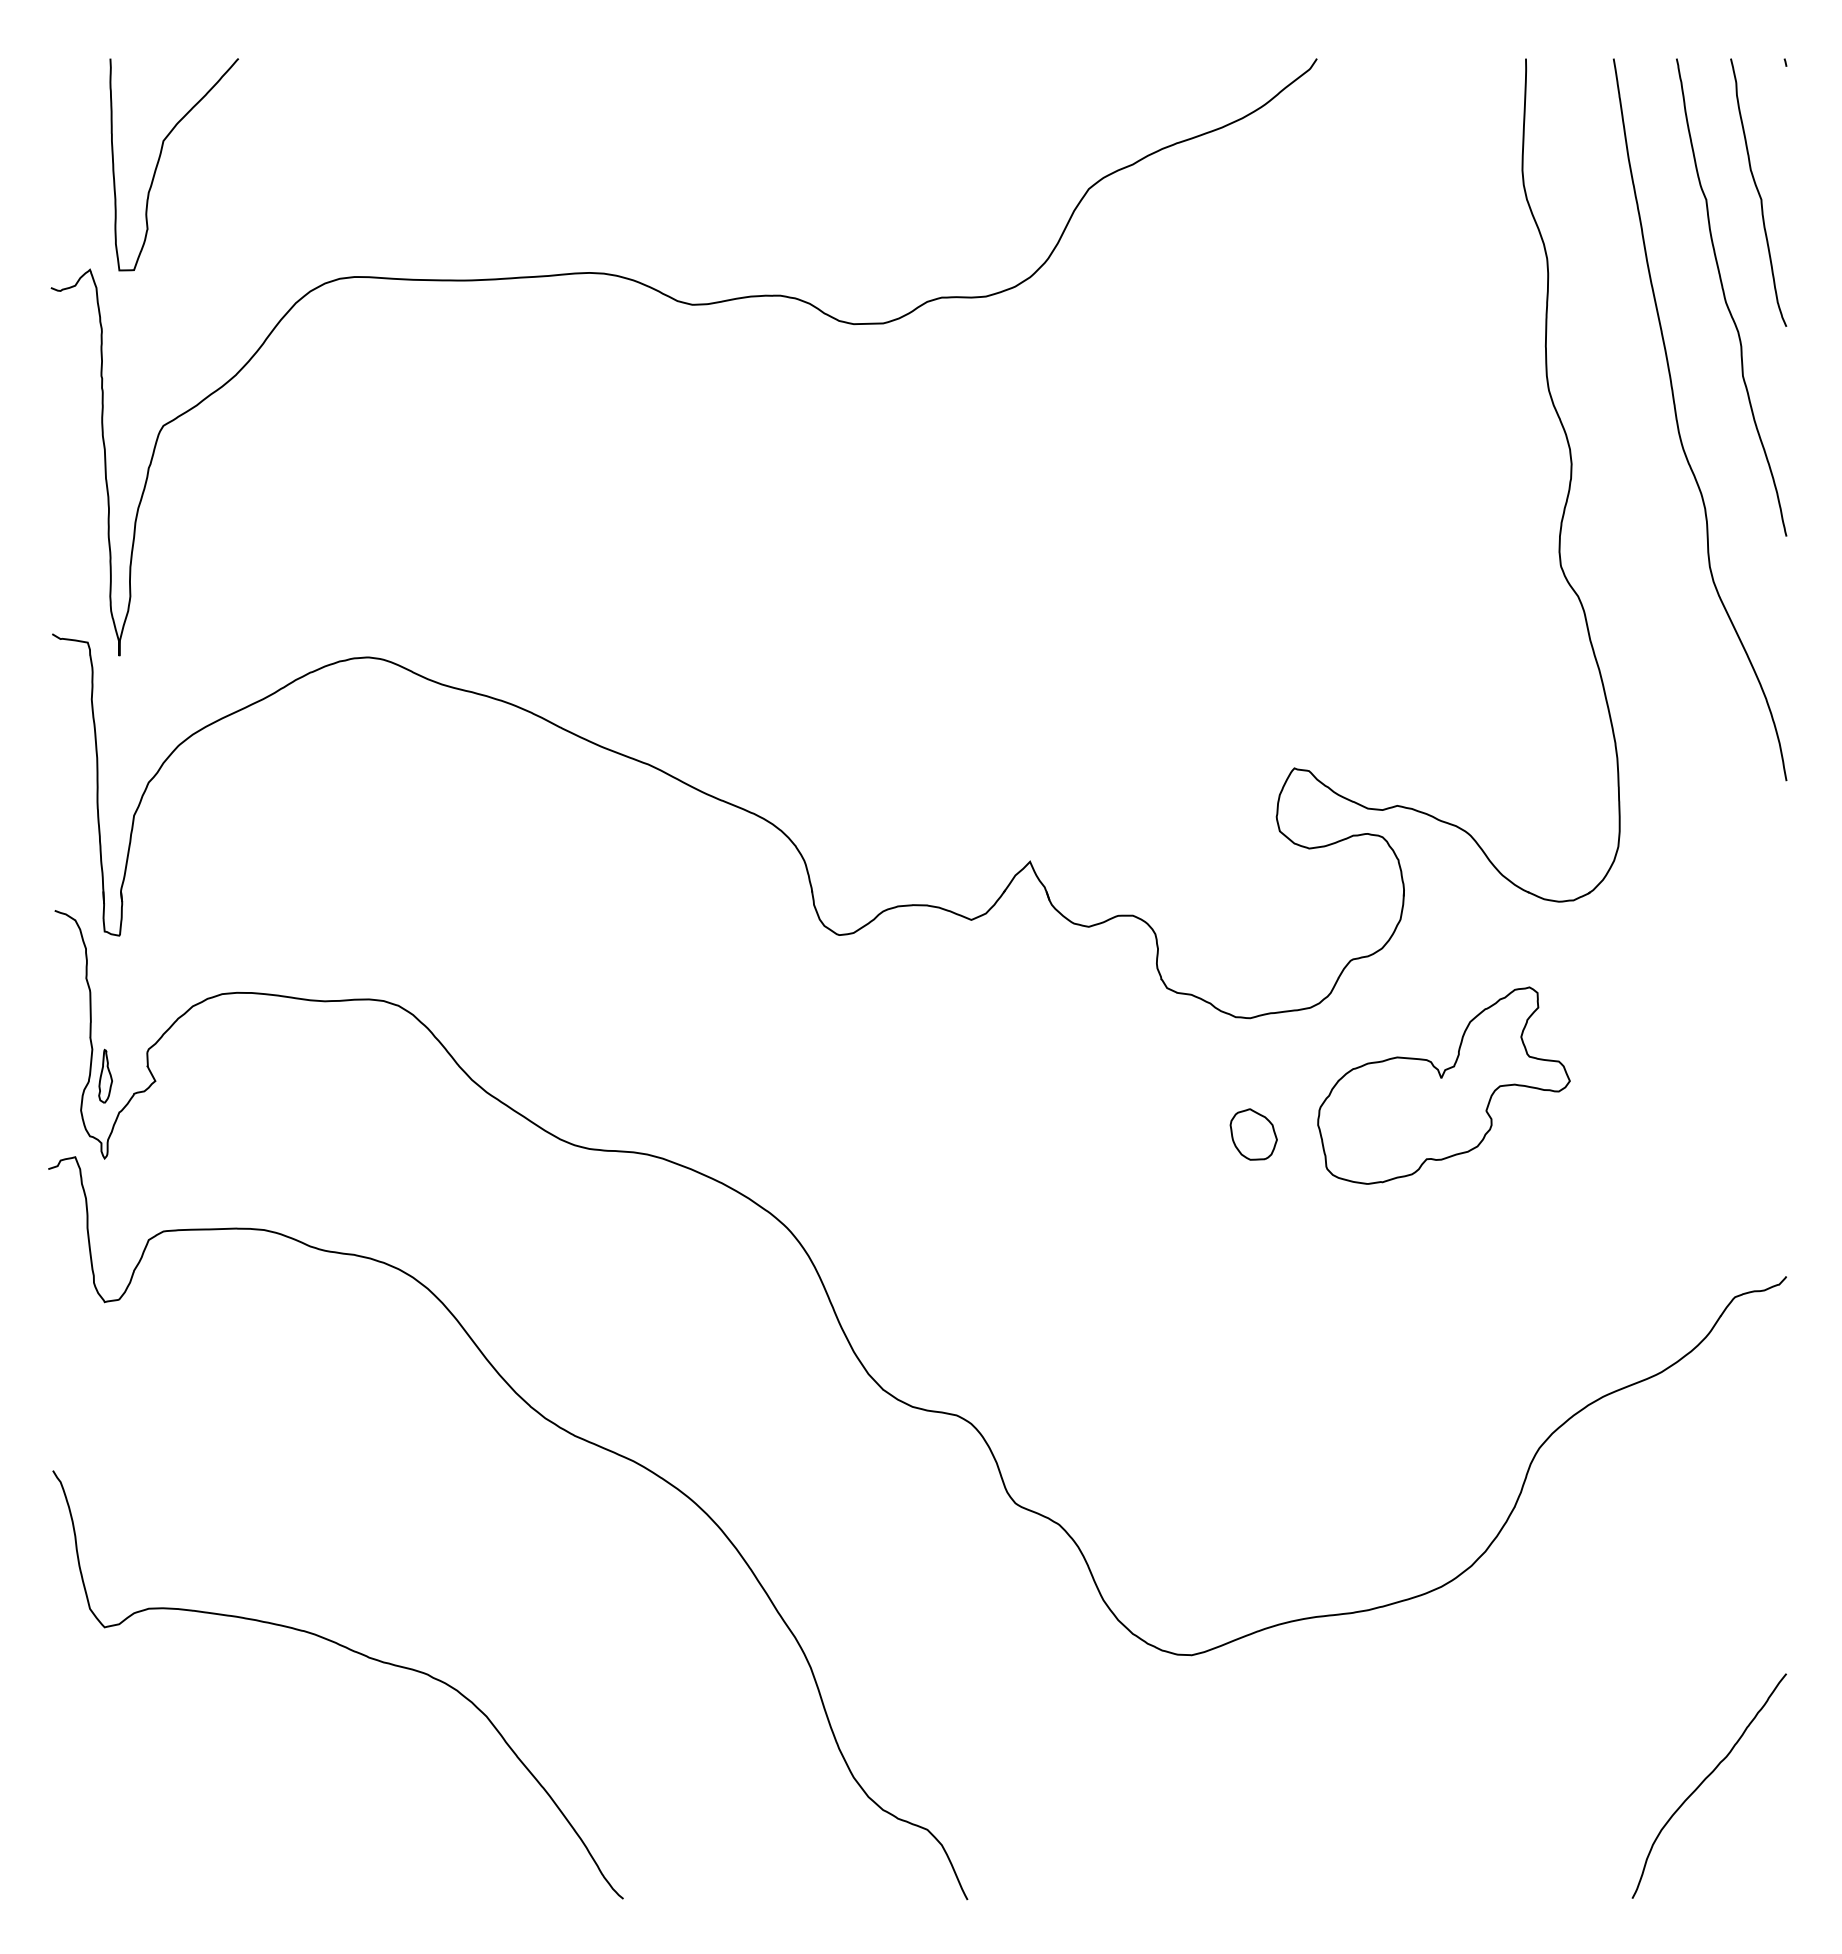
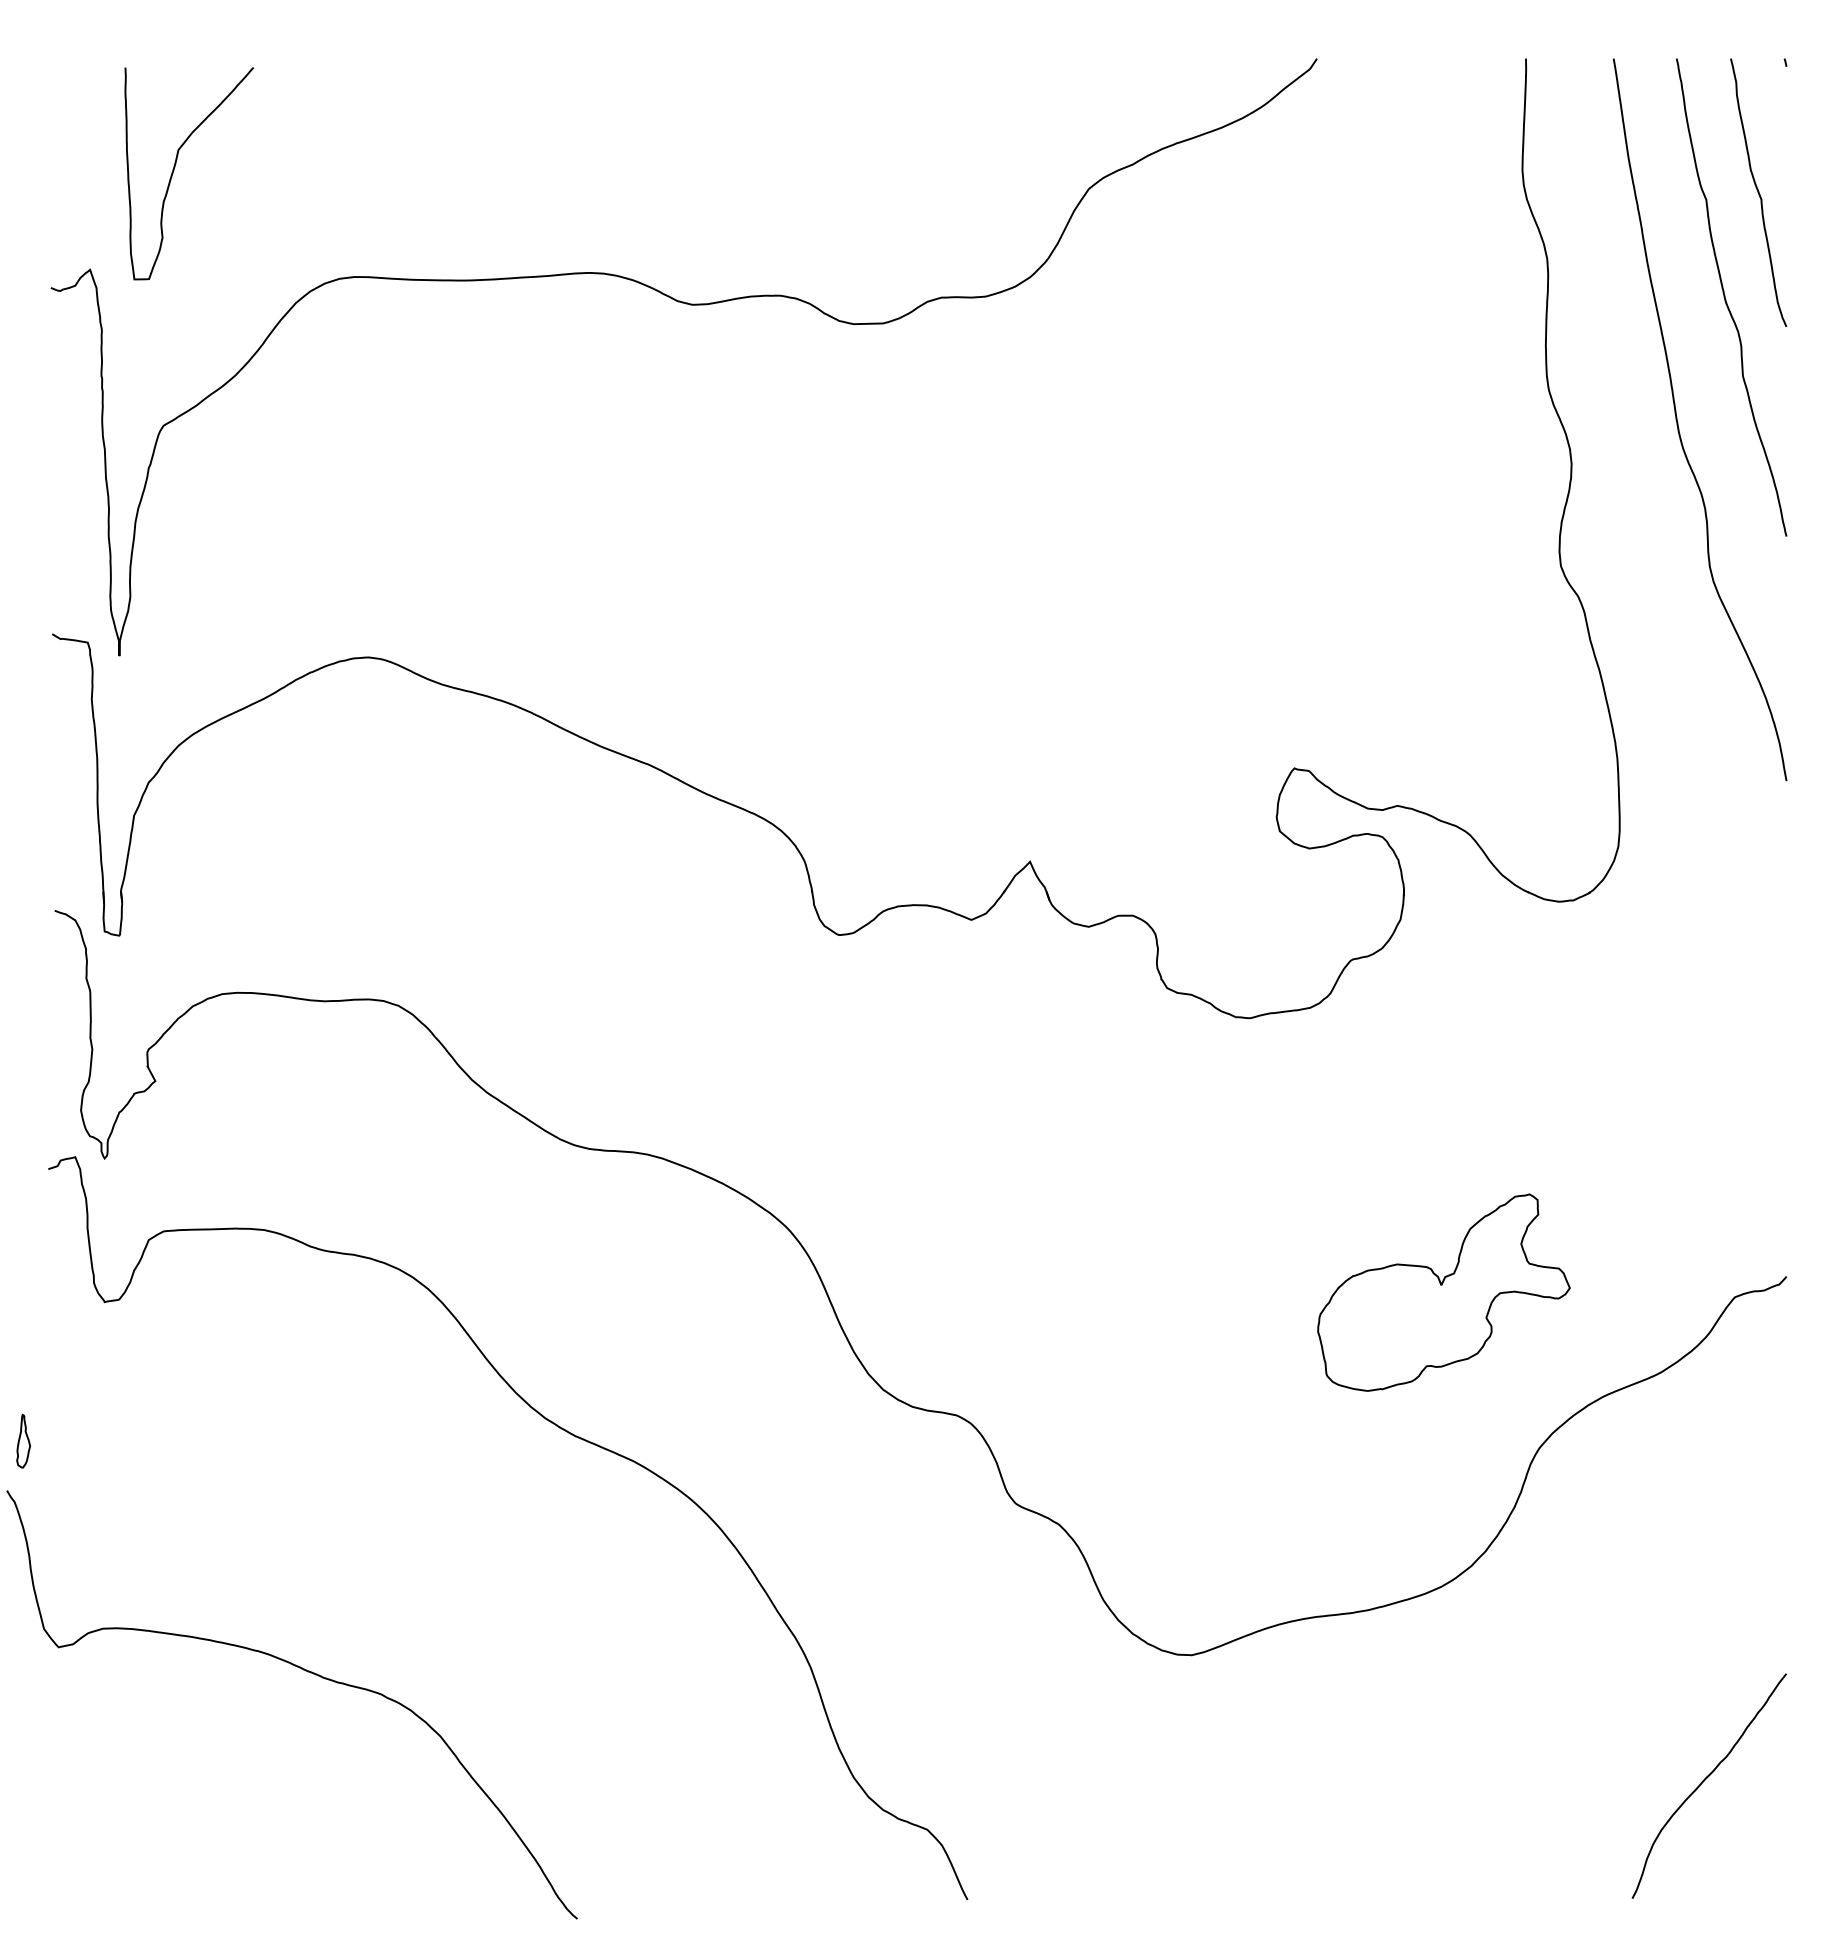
curve at (160, 158) position: (160, 158) -> (175, 167)
part at (105, 1075) position: (105, 1075) -> (23, 1440)
part at (1443, 1085) position: (1443, 1085) -> (1443, 1292)
part at (1253, 1134): present -> none
curve at (353, 1652) position: (353, 1652) -> (307, 1672)
